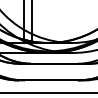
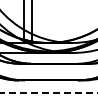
line at (49, 93): solid -> dashed
